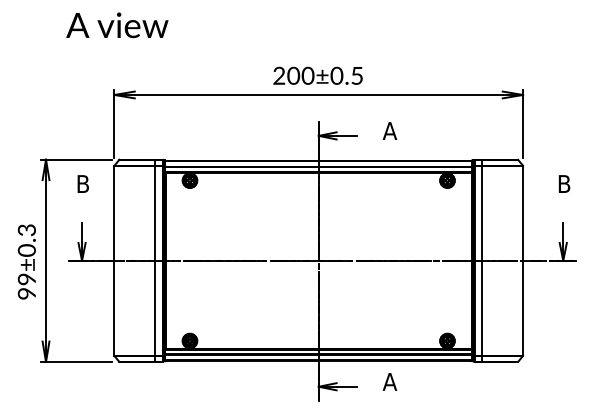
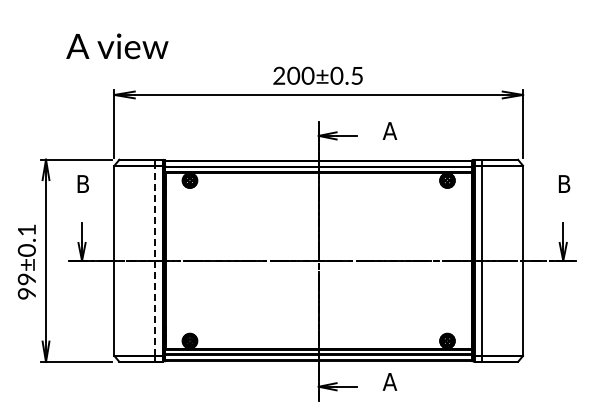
text at (117, 25) position: (117, 25) -> (117, 46)
text at (26, 230): 99±0.3 -> 99±0.1
line at (155, 260): solid -> dashed
